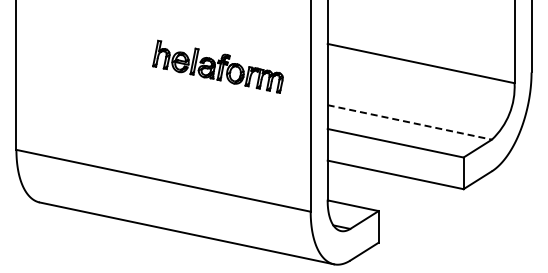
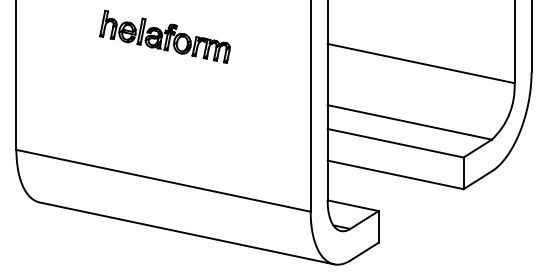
part at (217, 66) position: (217, 66) -> (164, 36)
line at (409, 122): dashed -> solid
